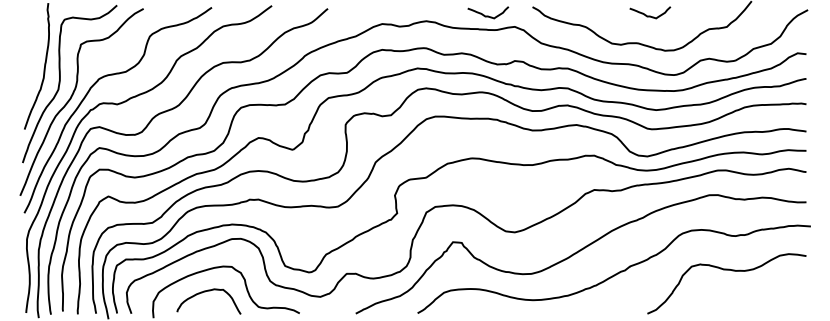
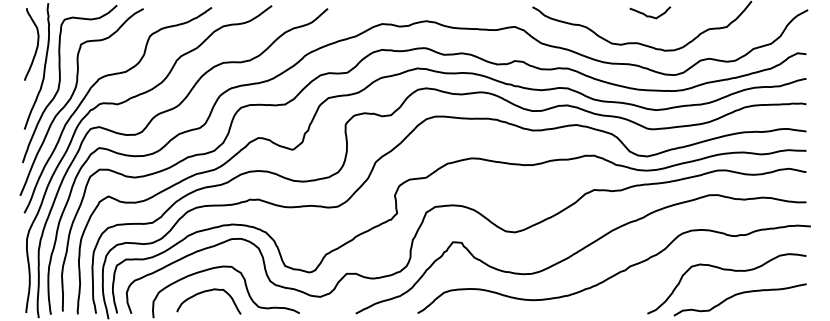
curve at (488, 15): present -> none
curve at (36, 45): none -> present
curve at (737, 295): none -> present
